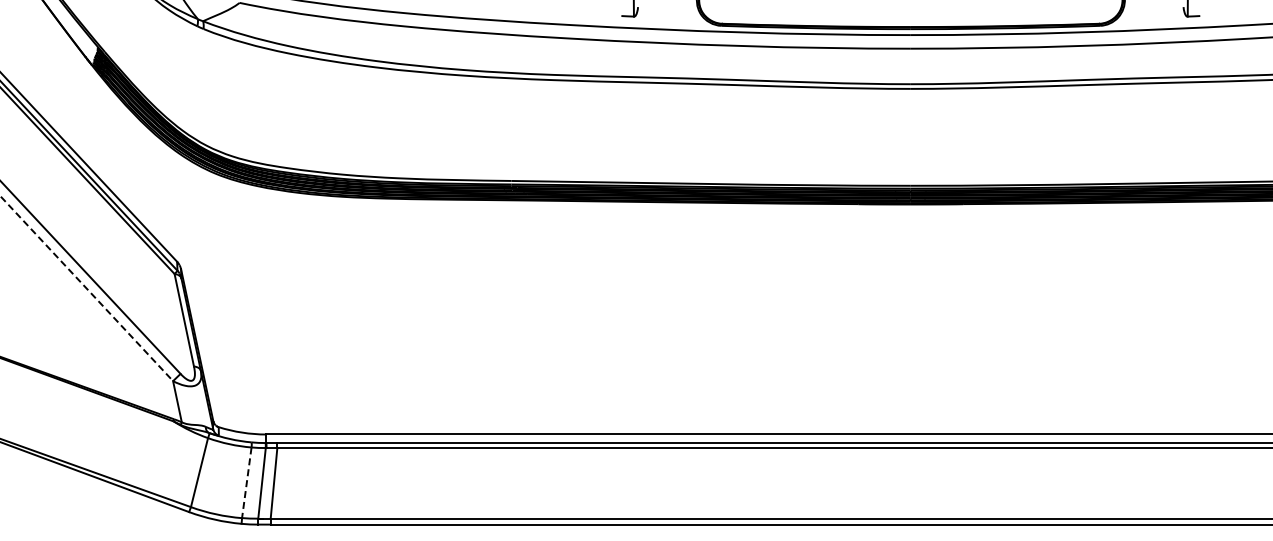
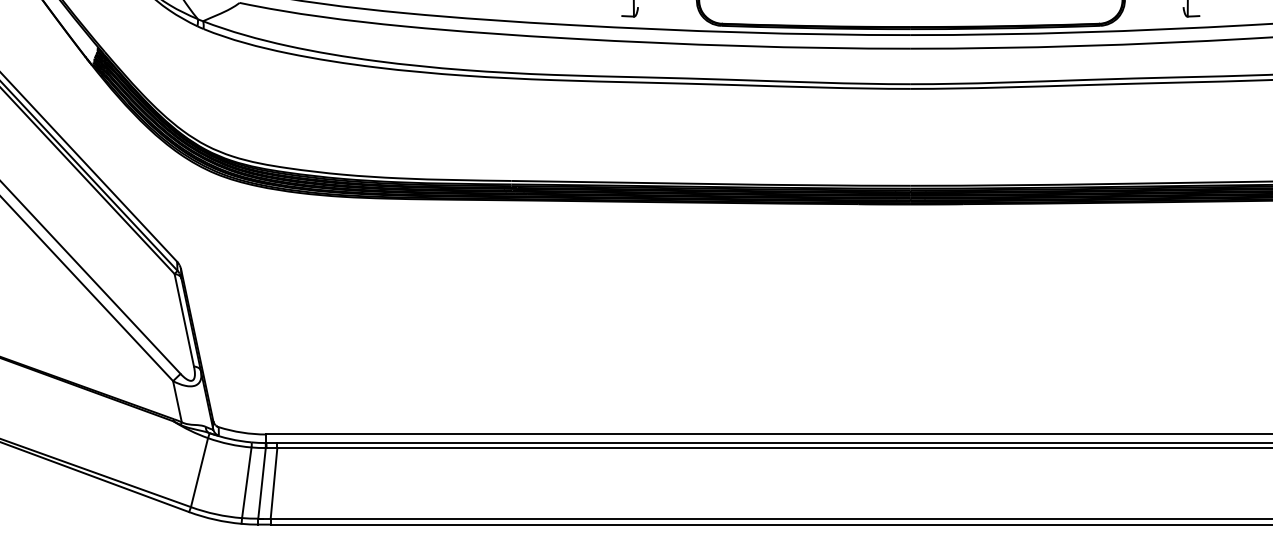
line at (87, 289): dashed -> solid
line at (246, 482): dashed -> solid
